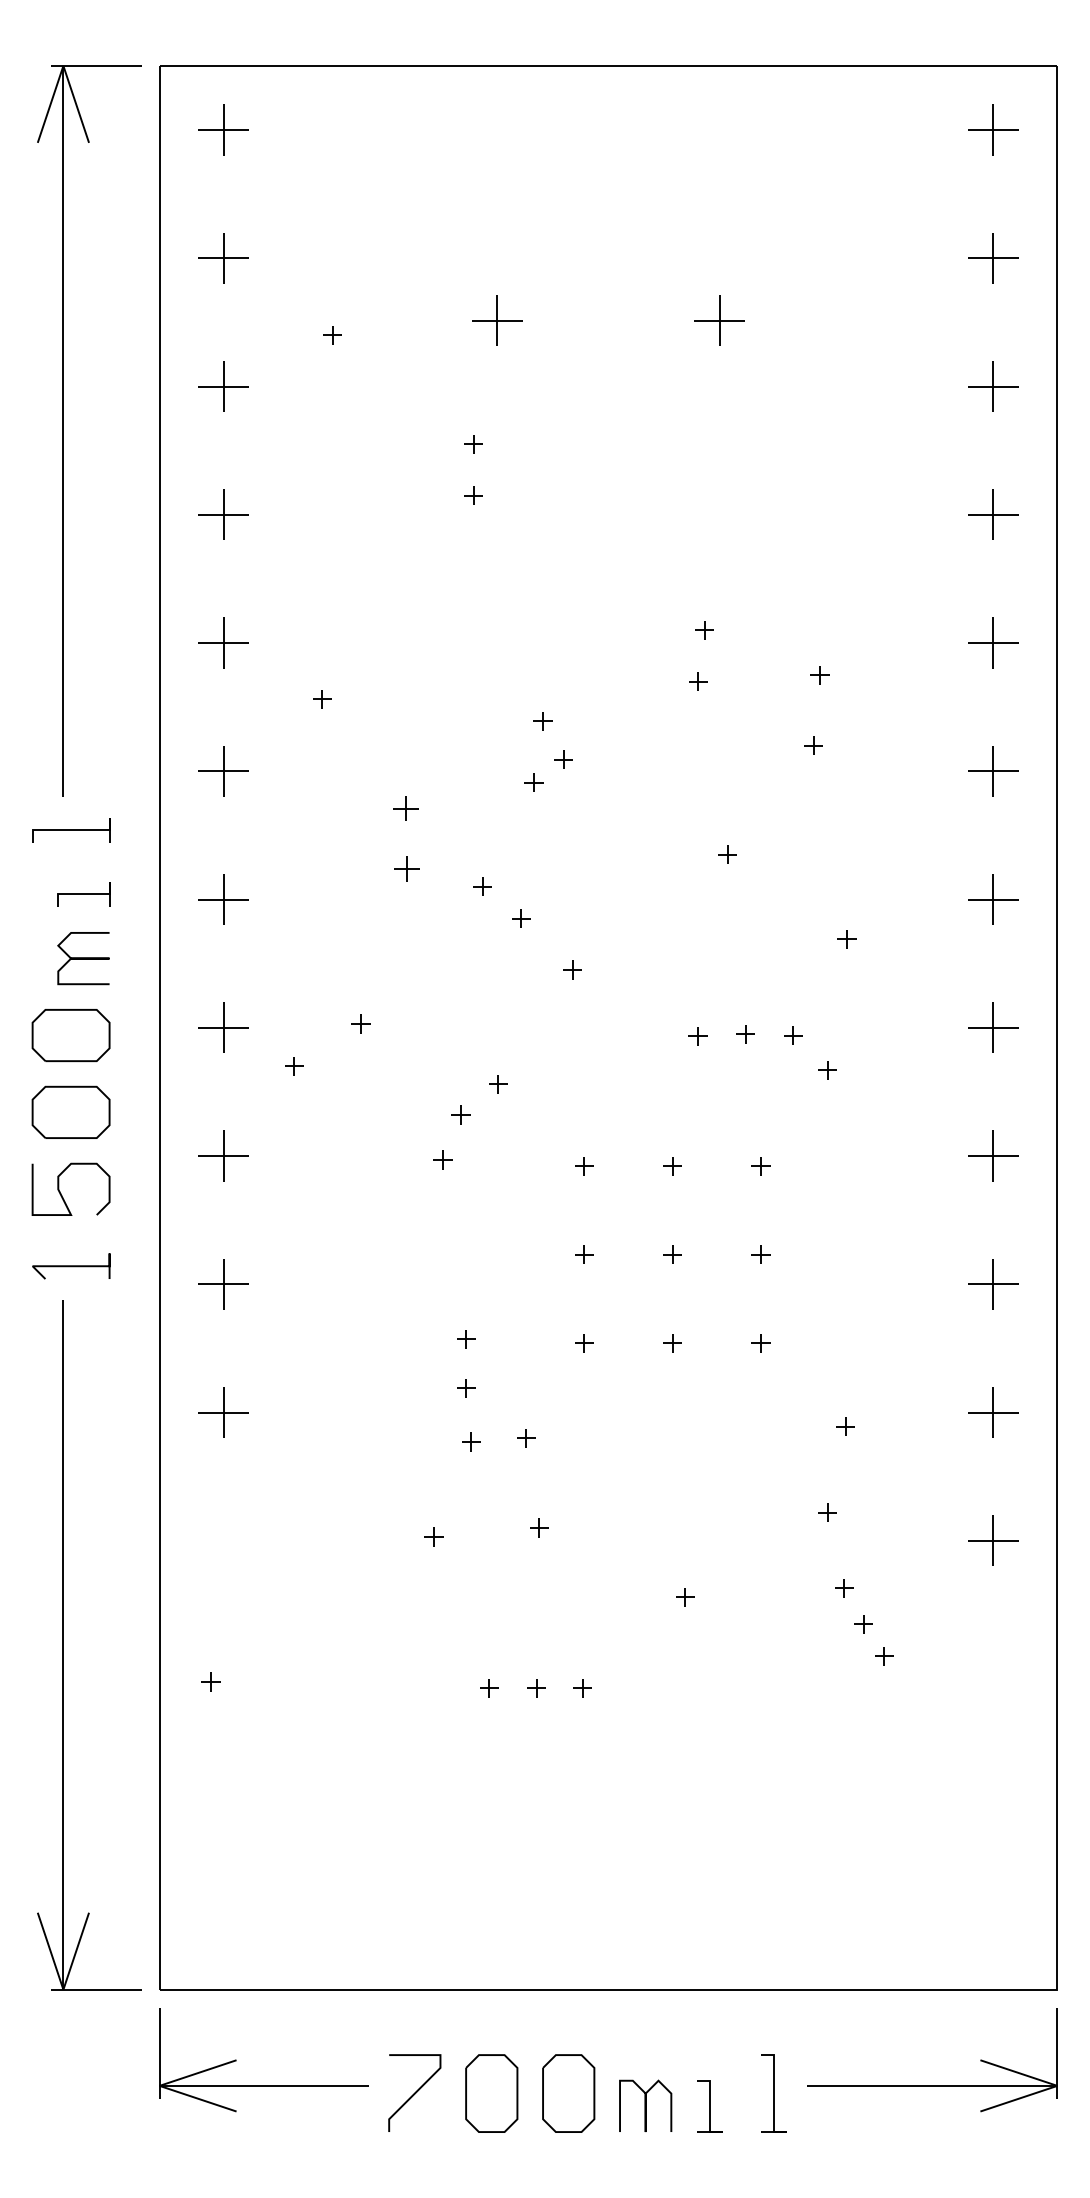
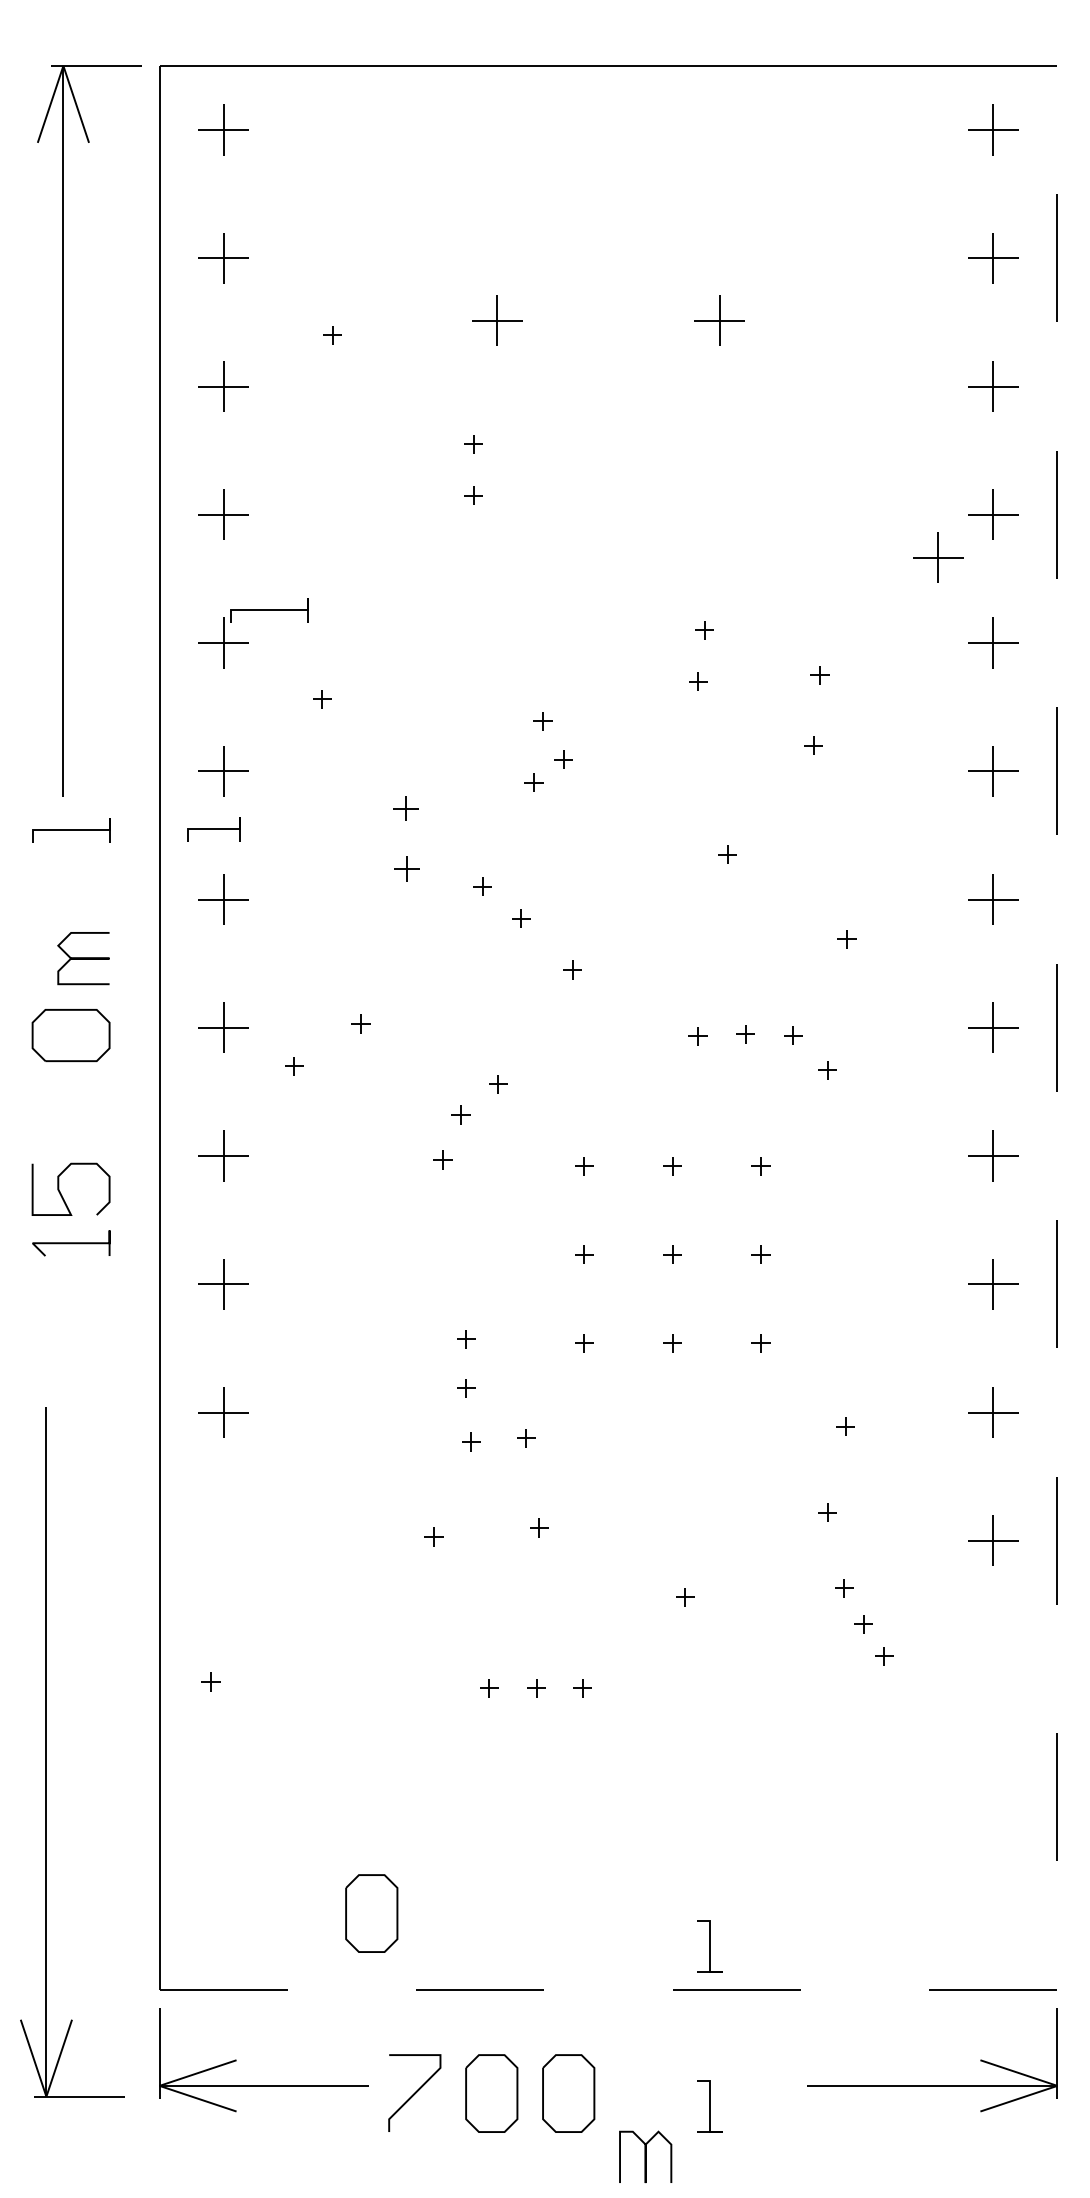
part at (938, 557): none -> present
line at (269, 610): none -> present
line at (83, 894) position: (83, 894) -> (213, 829)
part at (70, 1111): present -> none
line at (71, 1266) position: (71, 1266) -> (71, 1243)
line at (1057, 1476): solid -> dashed
part at (63, 1645) position: (63, 1645) -> (46, 1752)
part at (371, 1913): none -> present
line at (709, 1946): none -> present
line at (773, 2093): present -> none
curve at (645, 2105) position: (645, 2105) -> (645, 2156)
